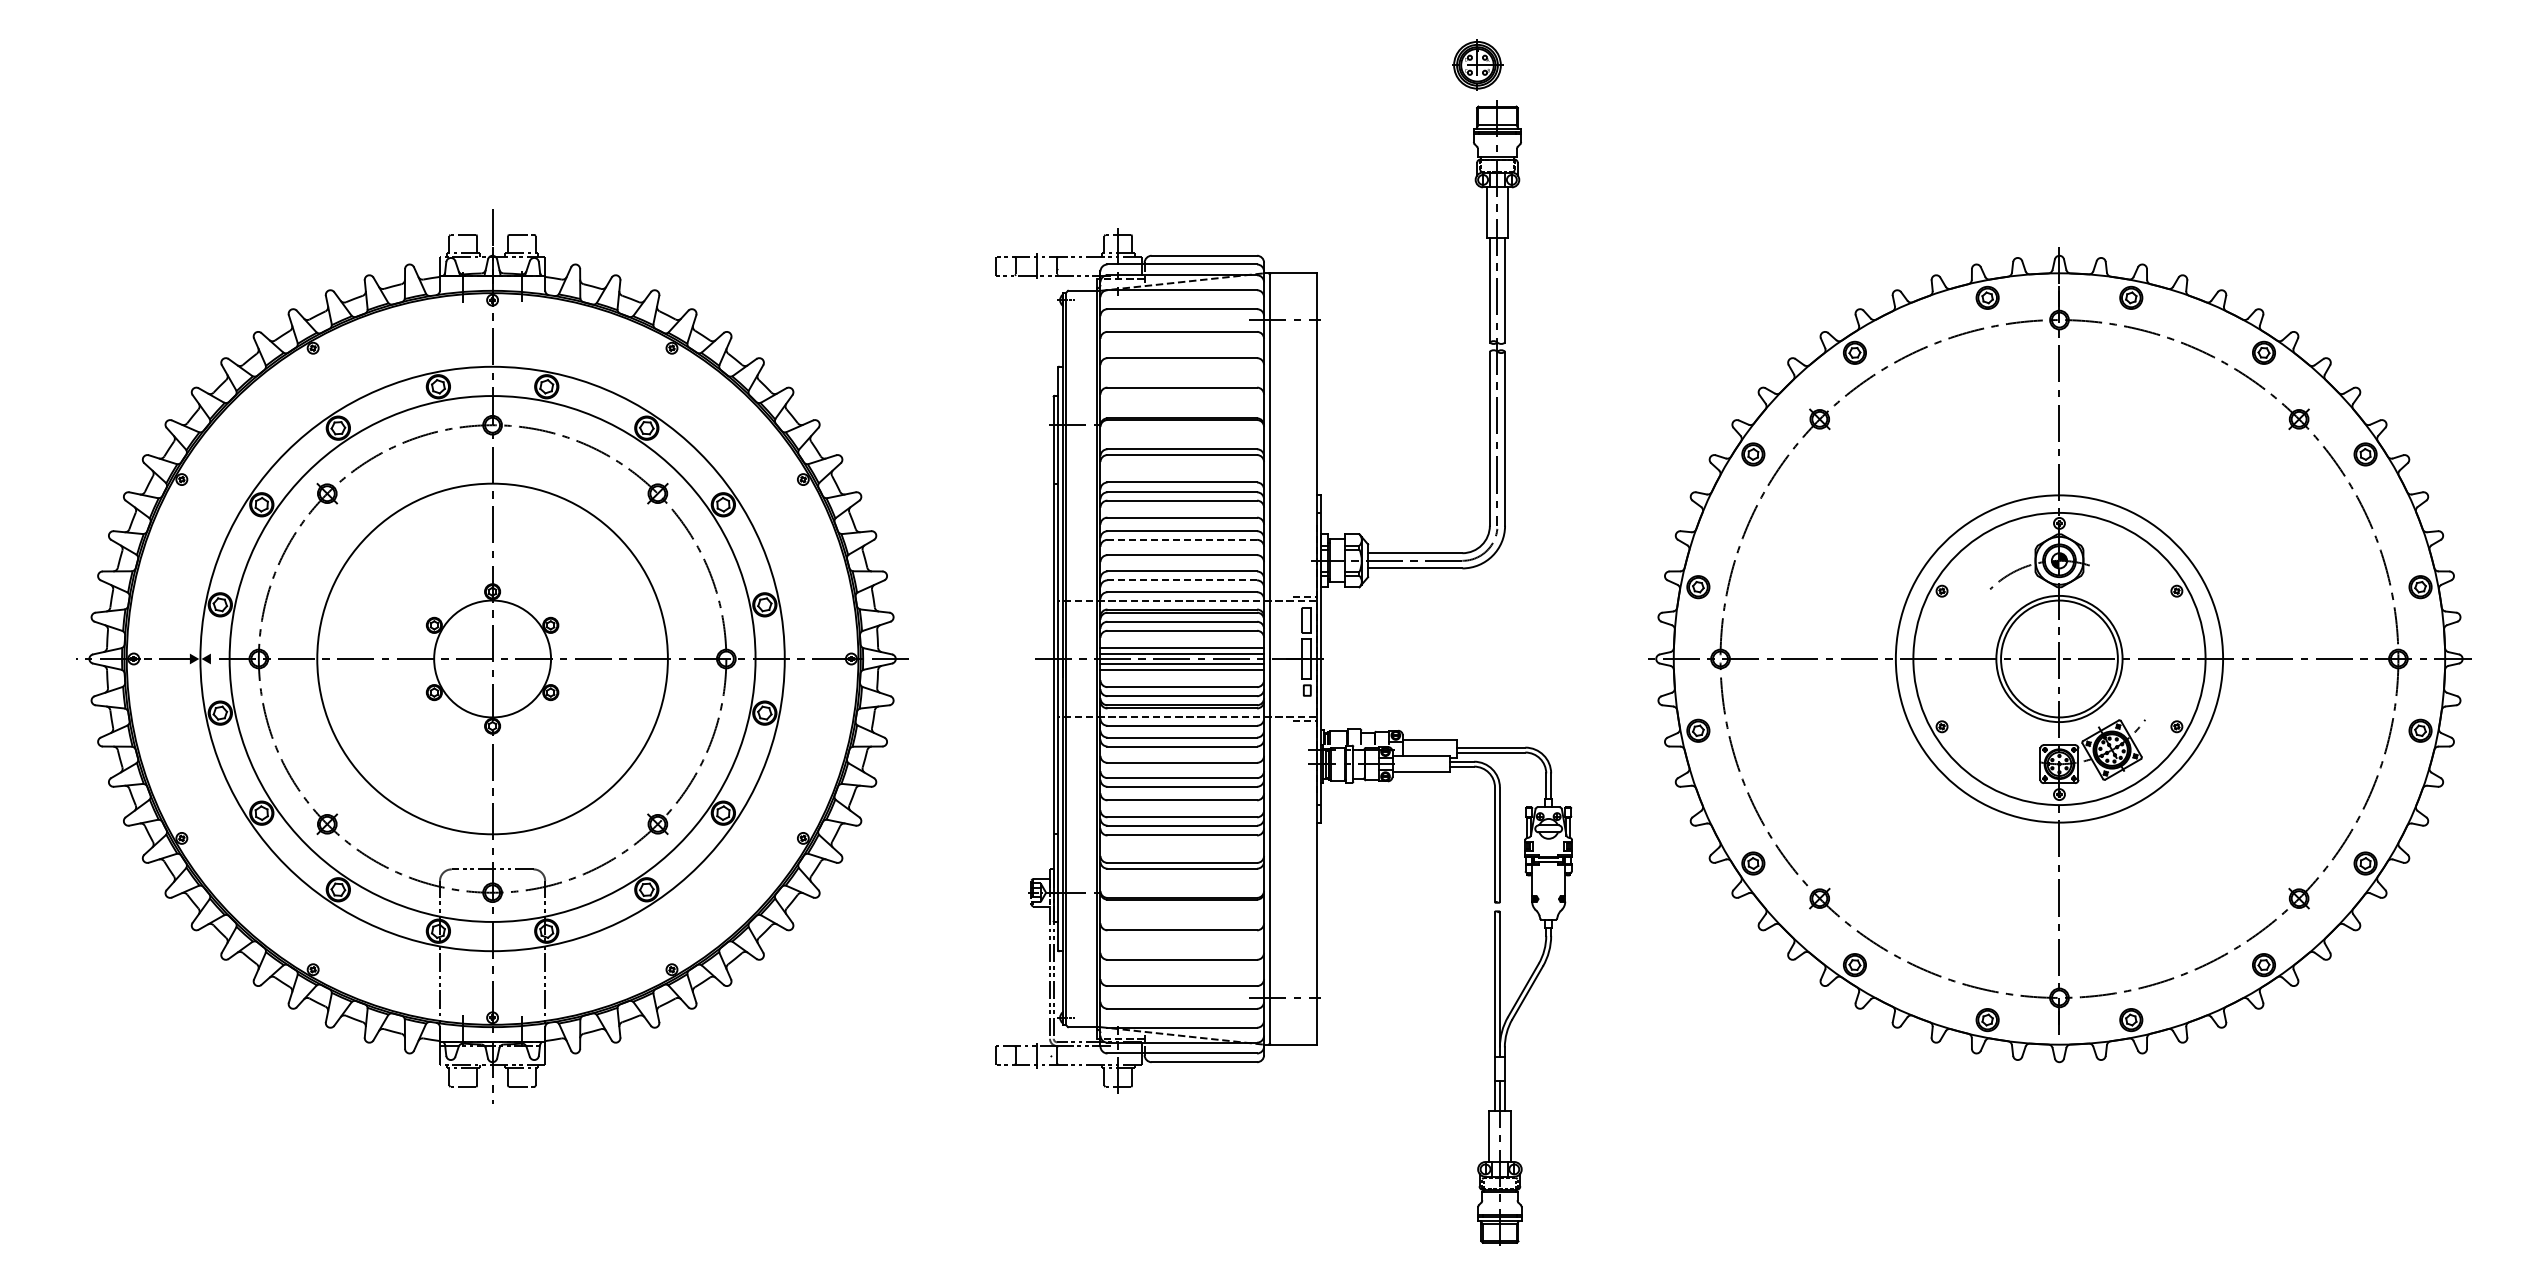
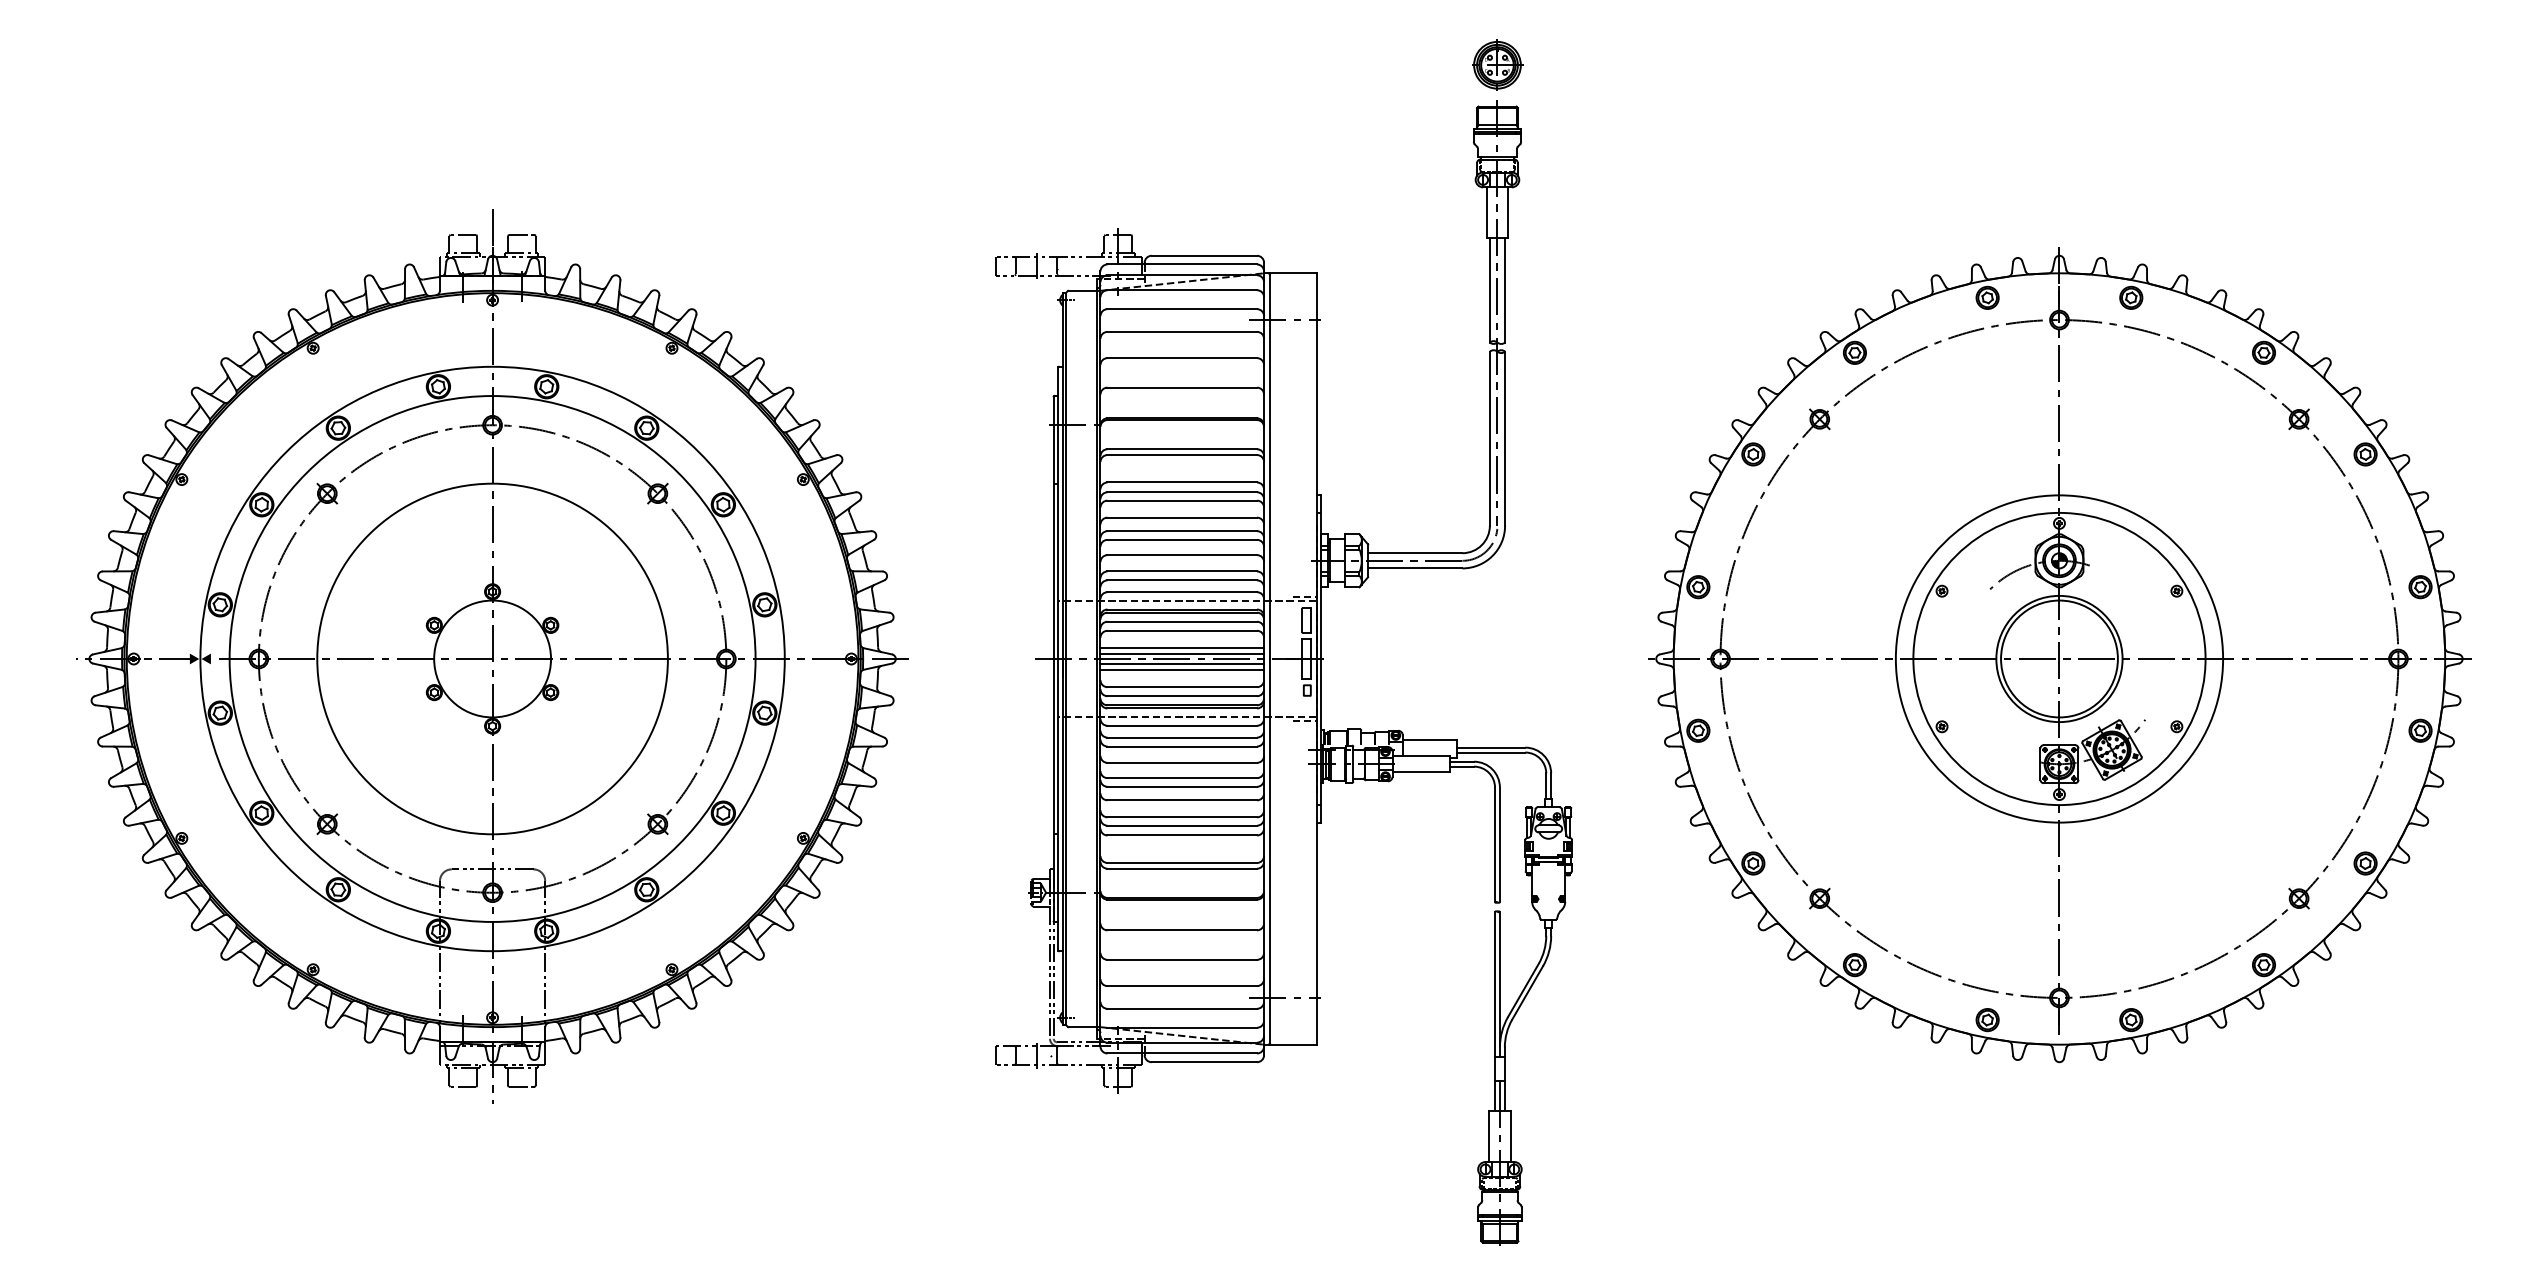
part at (1477, 64) position: (1477, 64) -> (1497, 64)
line at (1182, 539): dashed -> solid
line at (1182, 580): dashed -> solid
